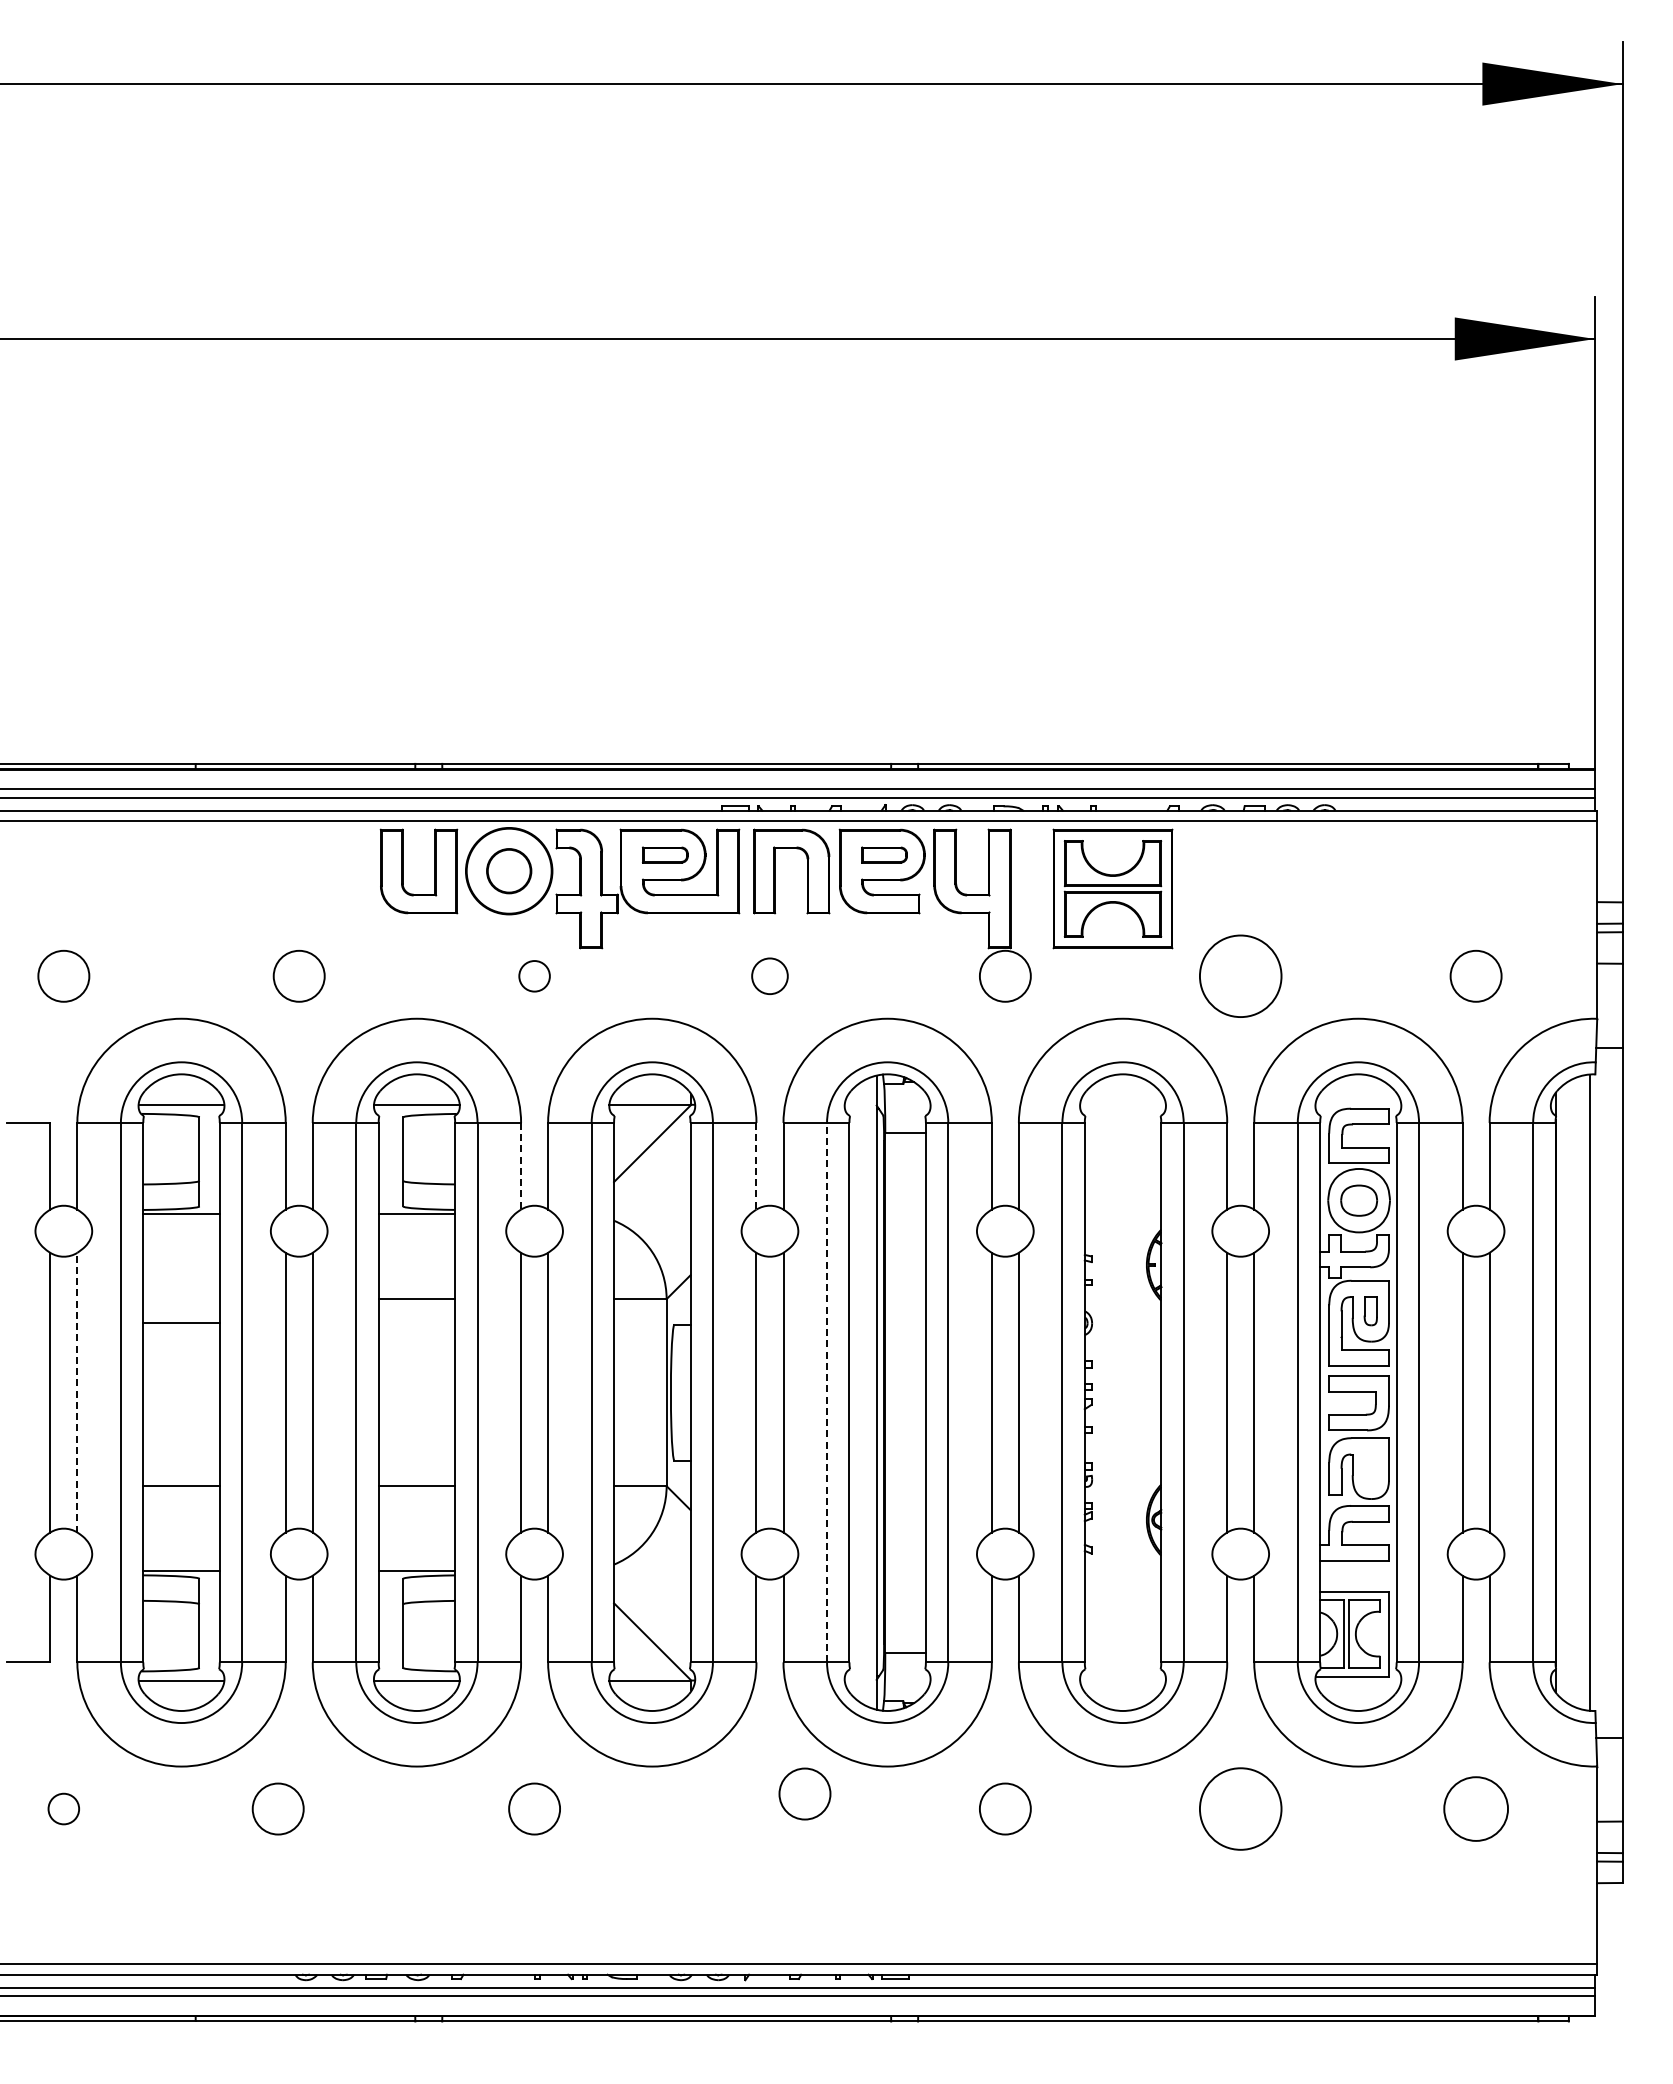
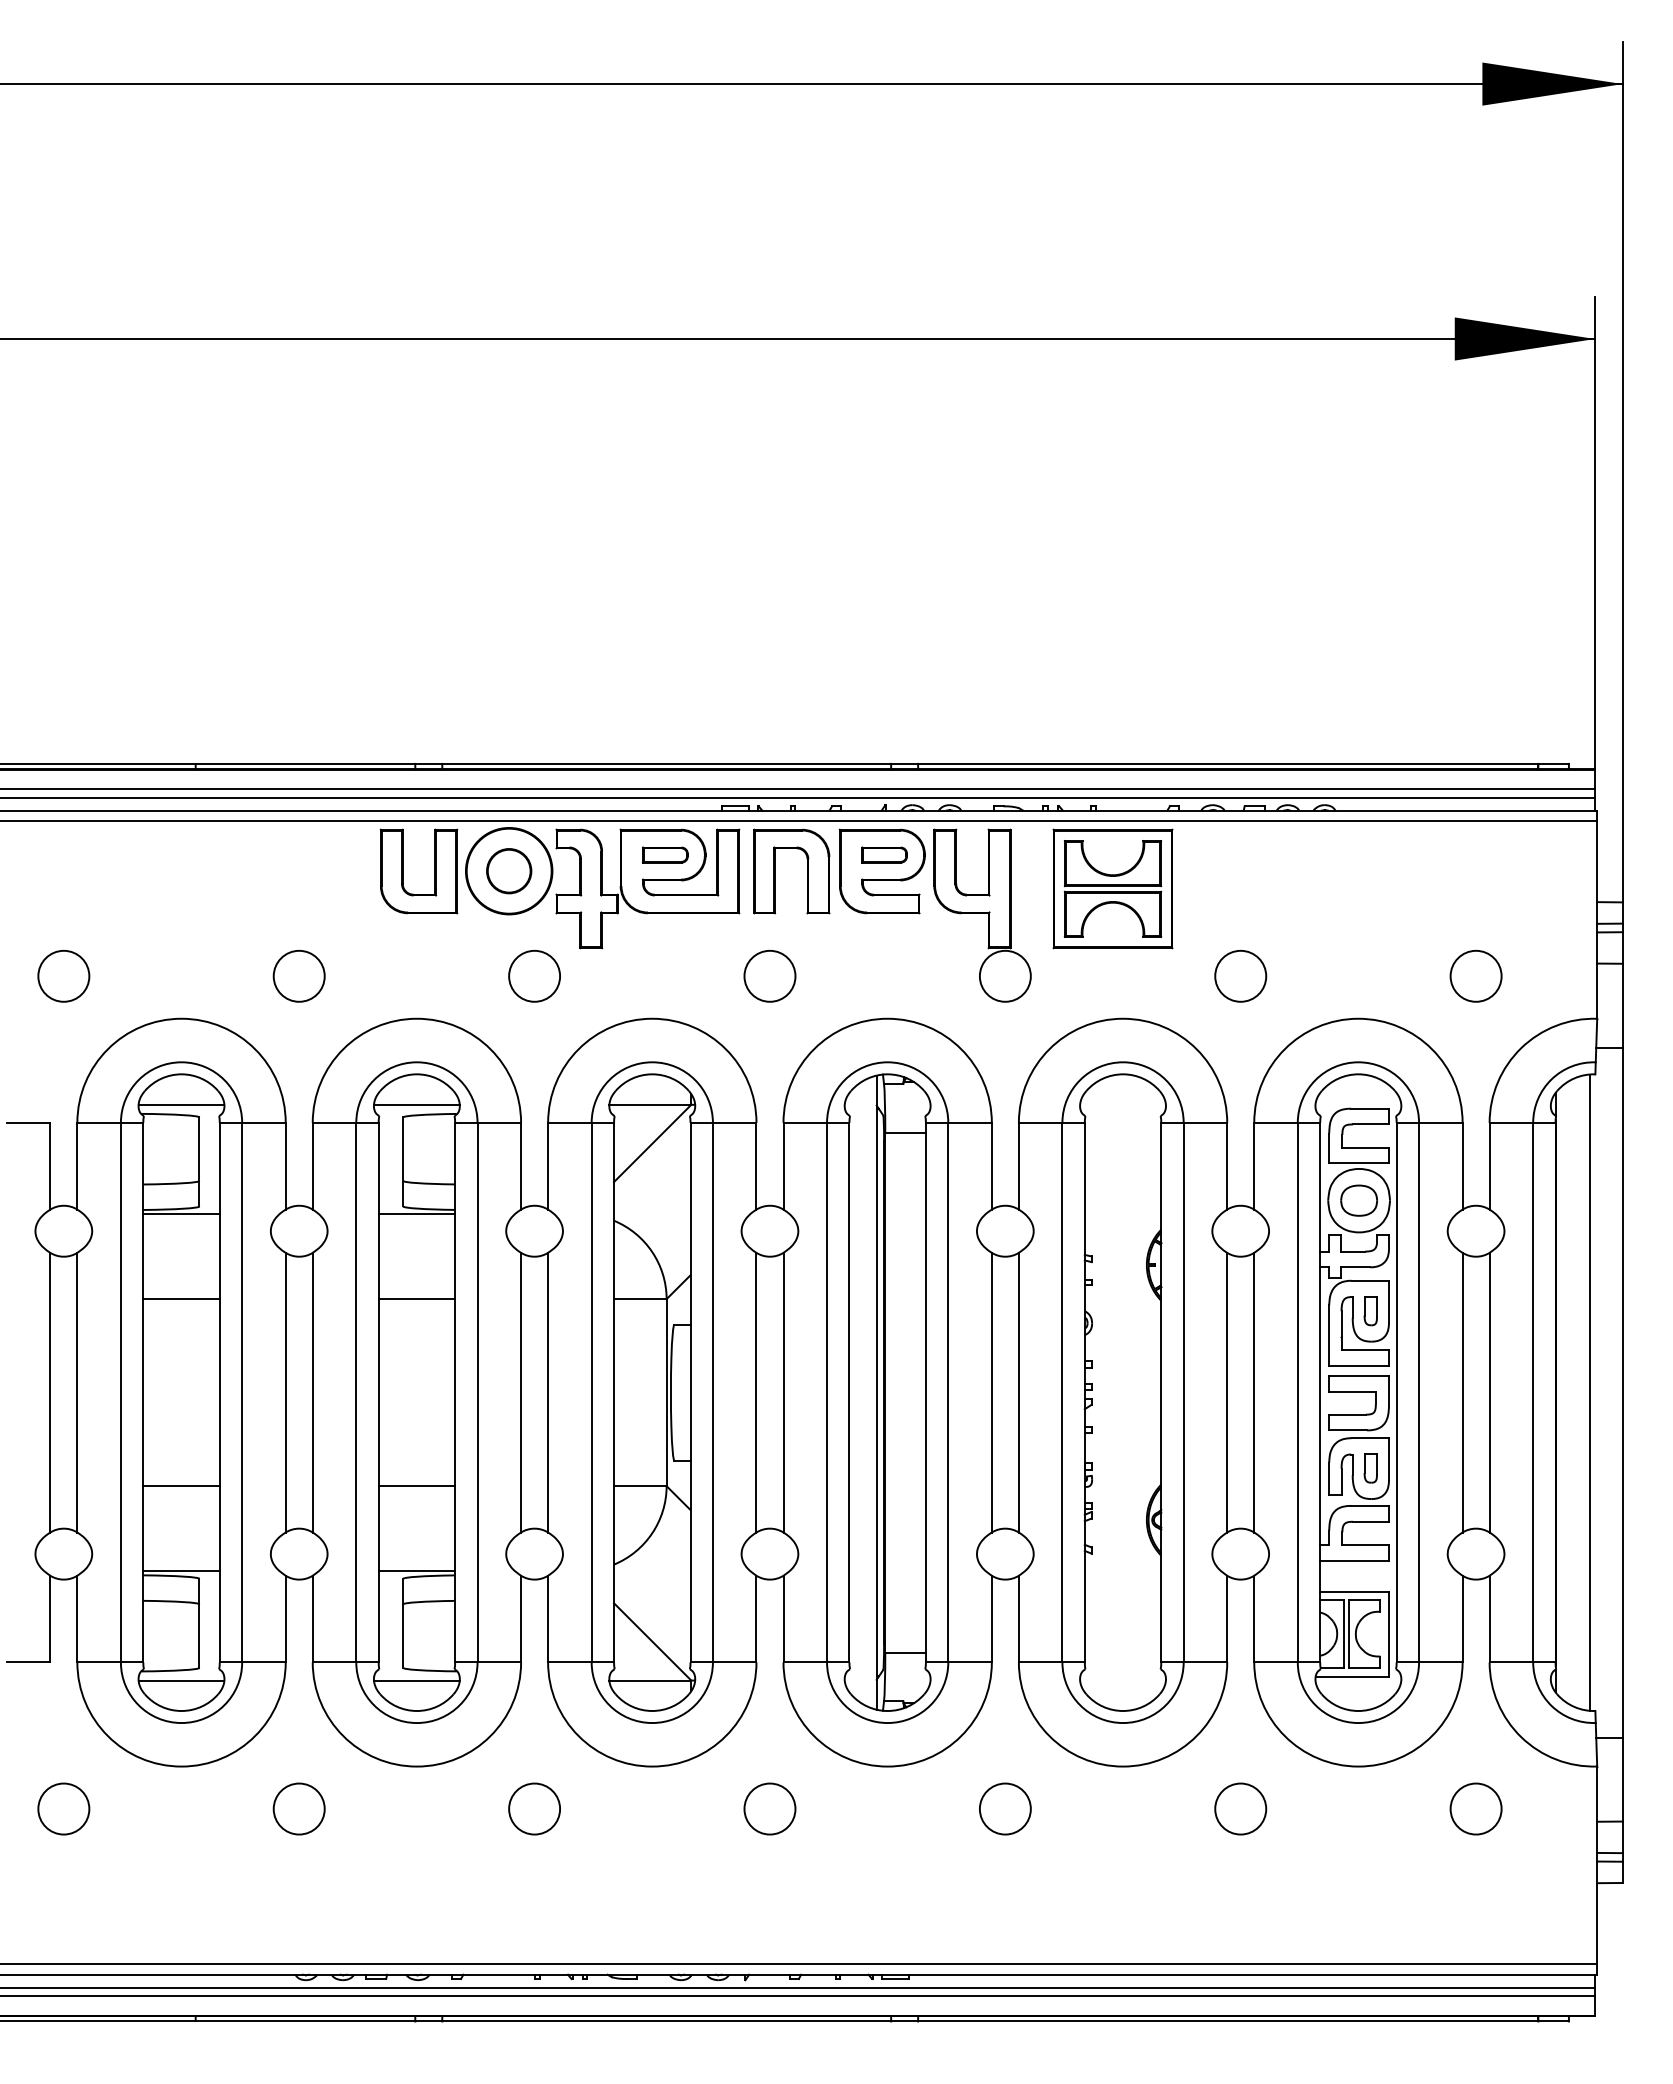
circle at (534, 976) diameter: 31 px -> 51 px
circle at (769, 976) diameter: 36 px -> 51 px
circle at (1240, 976) diameter: 82 px -> 51 px
line at (521, 1166): dashed -> solid
line at (756, 1166): dashed -> solid
line at (181, 1323) position: (181, 1323) -> (181, 1299)
line at (77, 1392): dashed -> solid
line at (827, 1392): dashed -> solid
part at (1370, 1468): none -> present
circle at (804, 1793) position: (804, 1793) -> (769, 1808)
circle at (63, 1808) diameter: 31 px -> 51 px
circle at (277, 1808) position: (277, 1808) -> (298, 1808)
circle at (1240, 1808) diameter: 82 px -> 51 px
circle at (1475, 1808) size: 66x66 px -> 54x54 px
